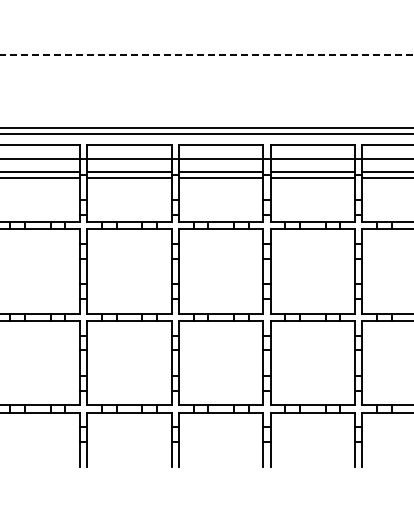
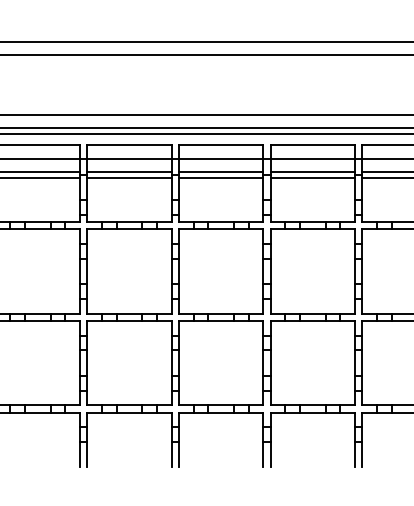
line at (206, 42): none -> present
line at (207, 55): dashed -> solid
line at (206, 115): none -> present
